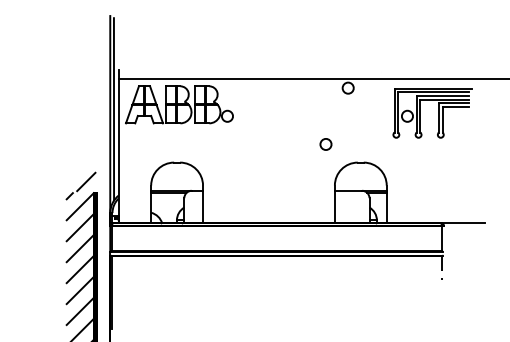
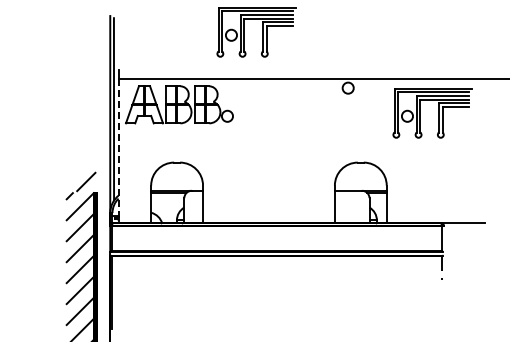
part at (256, 32): none -> present
circle at (325, 144): present -> none
line at (118, 150): solid -> dashed
